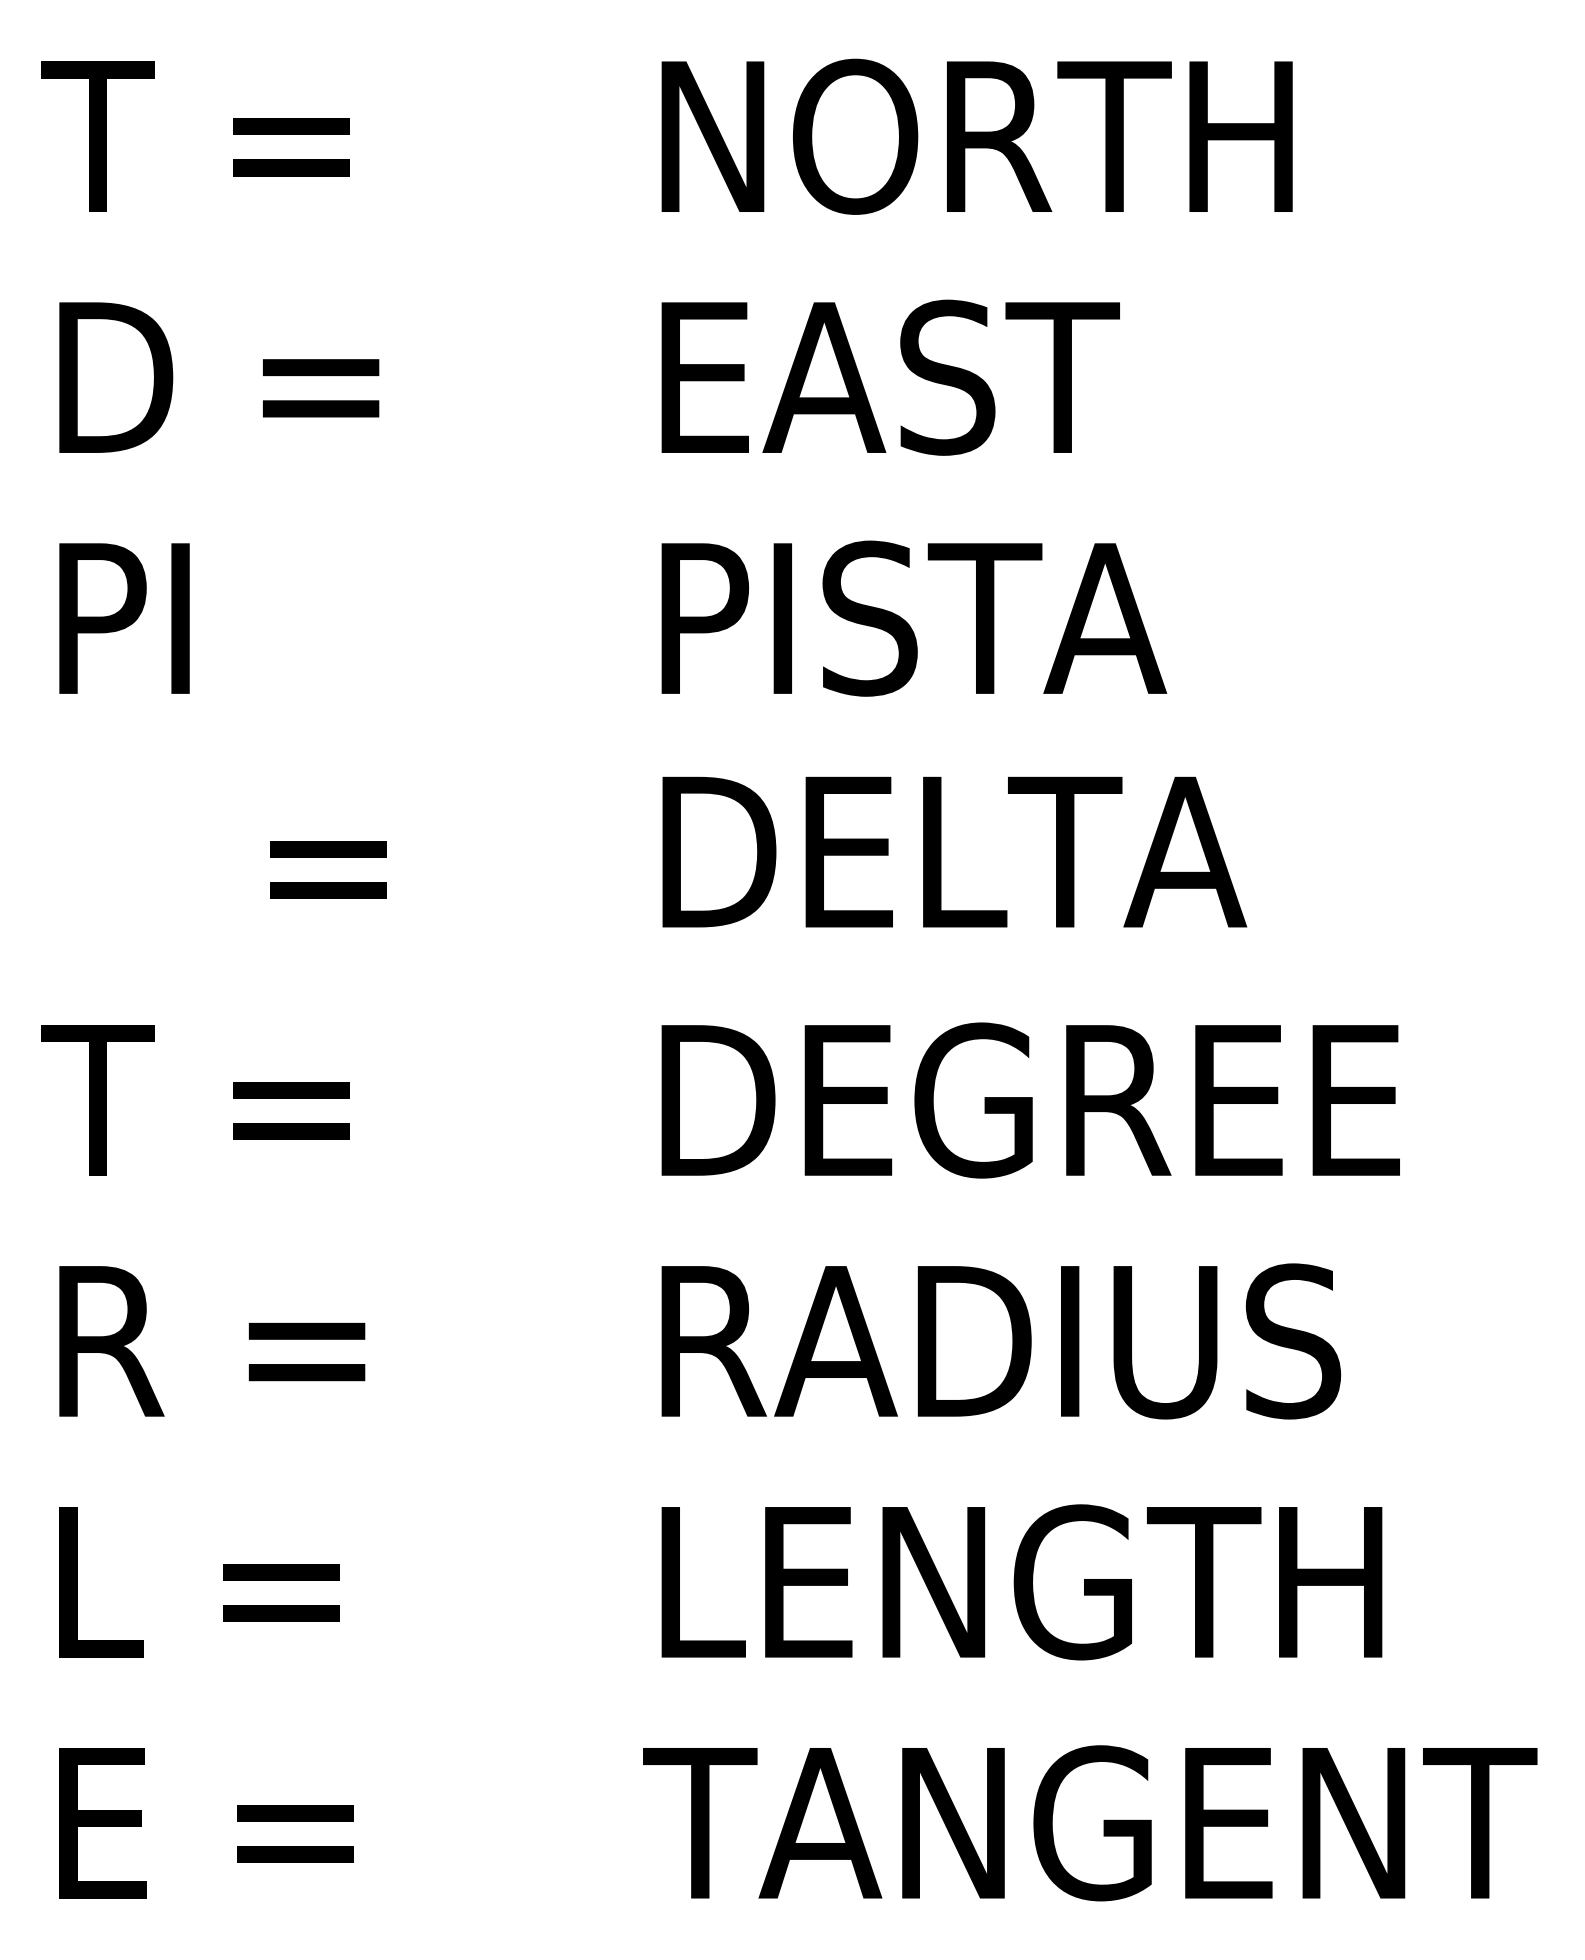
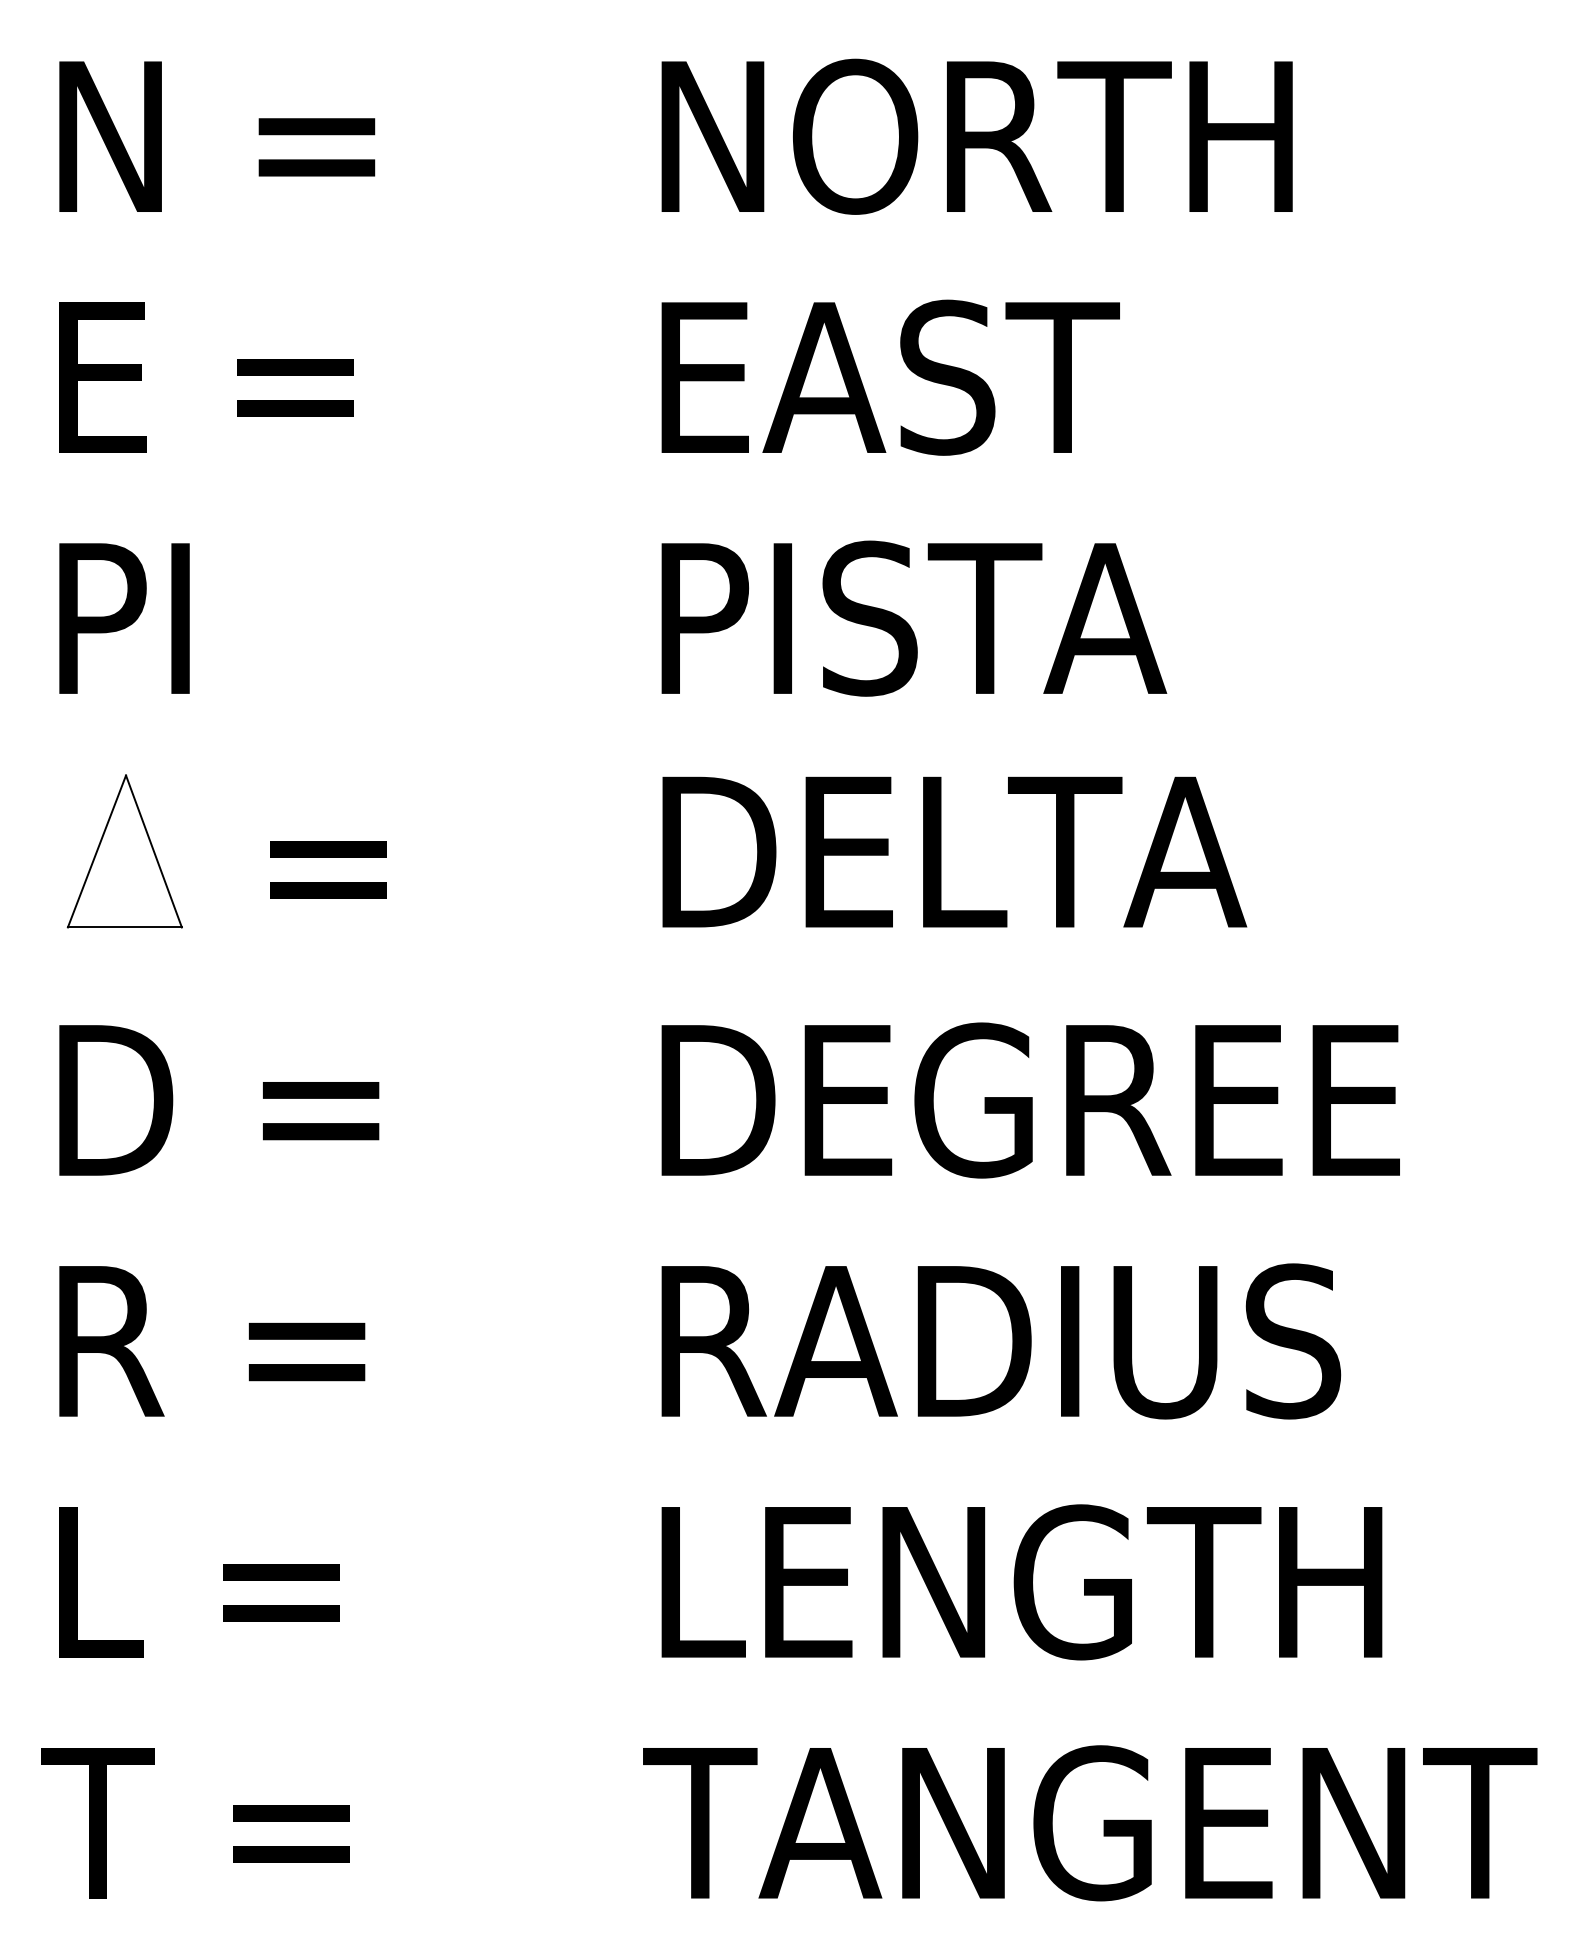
text at (208, 136): T = -> N =
text at (219, 377): D = -> E =
part at (124, 851): none -> present
text at (210, 1100): T = -> D =
text at (197, 1823): E = -> T =
